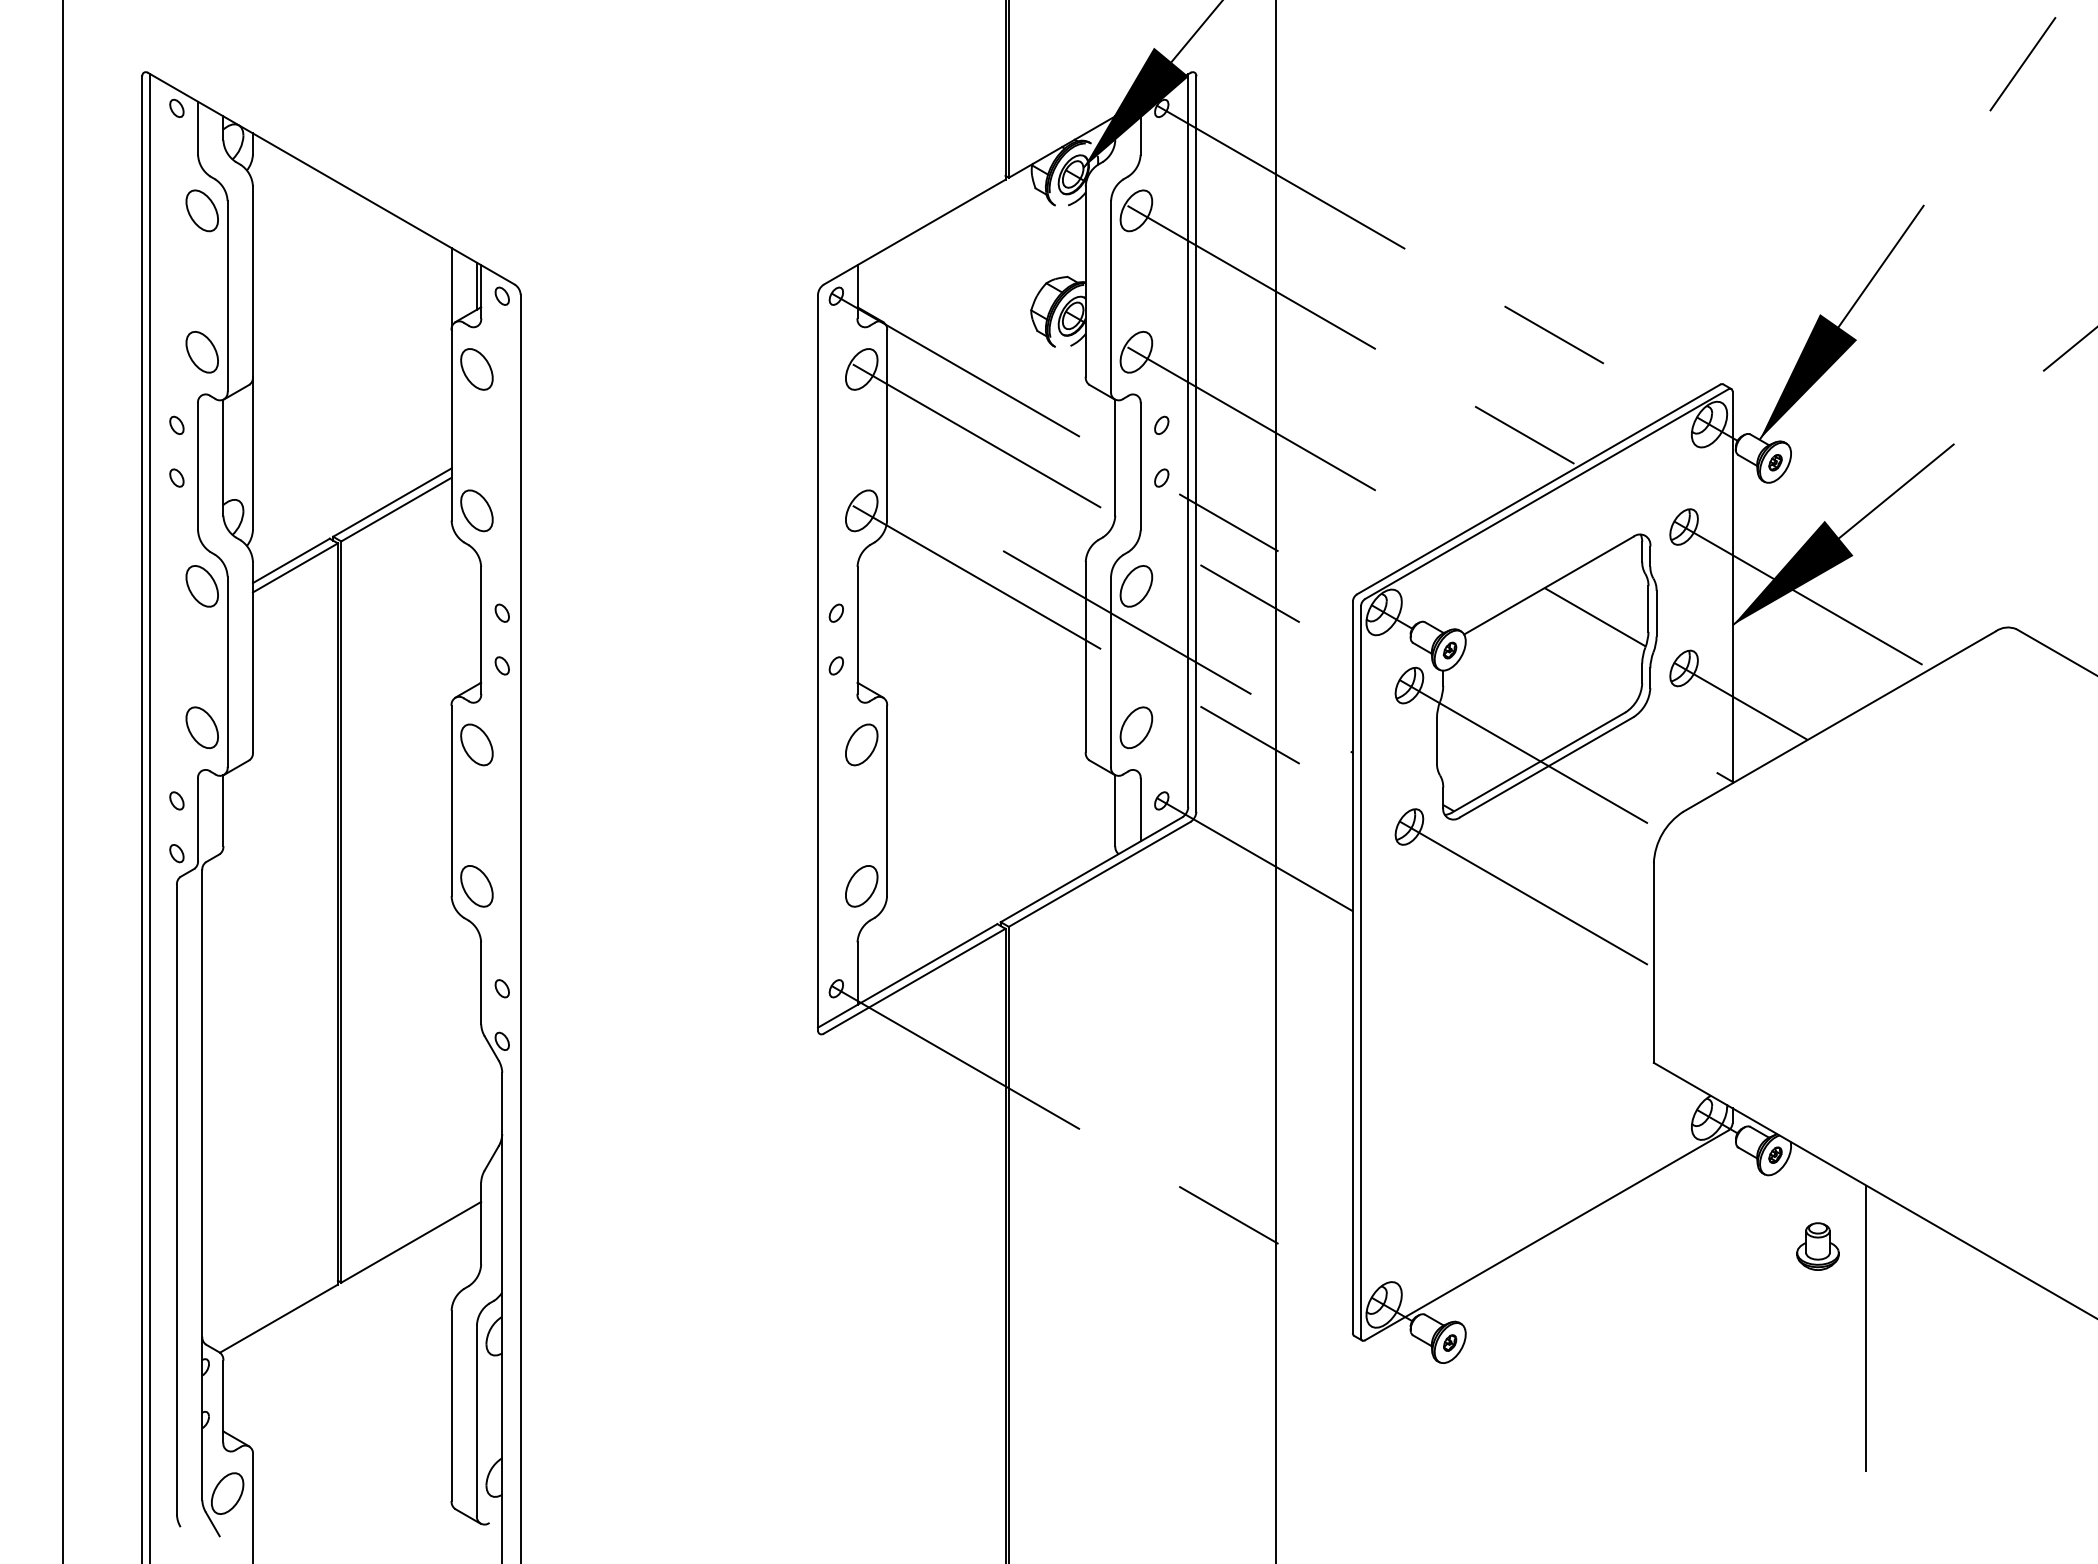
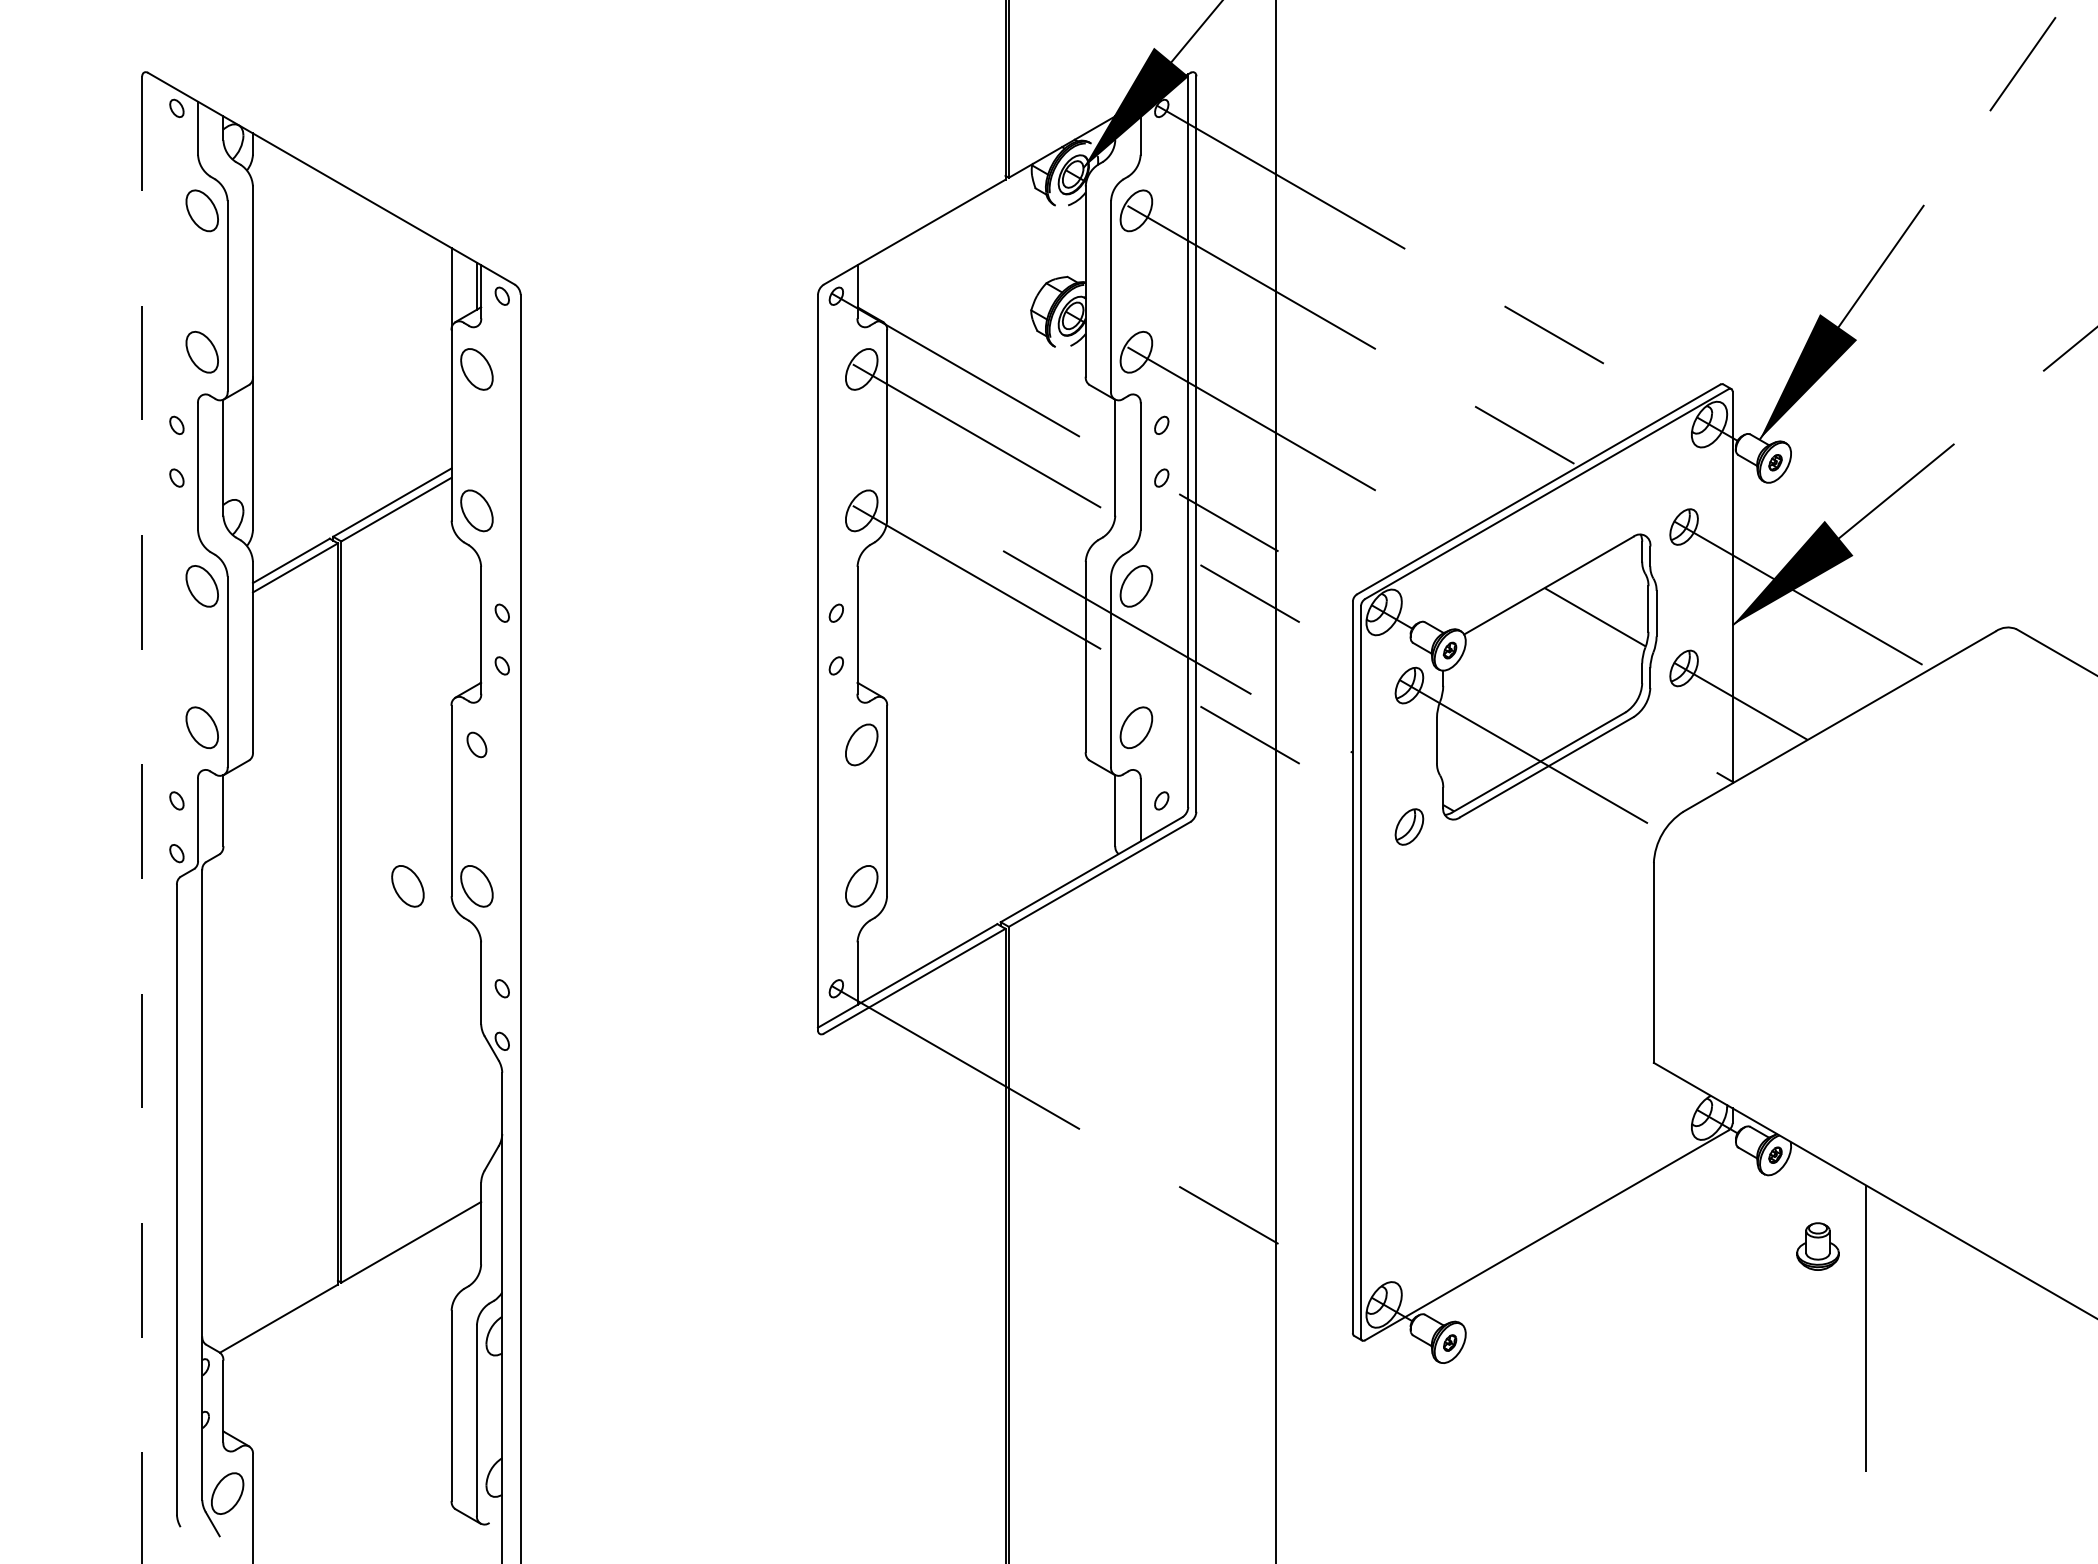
part at (476, 744) size: 34x44 px -> 22x28 px
line at (62, 781): present -> none
line at (150, 817): present -> none
line at (142, 820): solid -> dashed
line at (1254, 854): present -> none
part at (407, 886): none -> present
line at (1526, 894): present -> none
